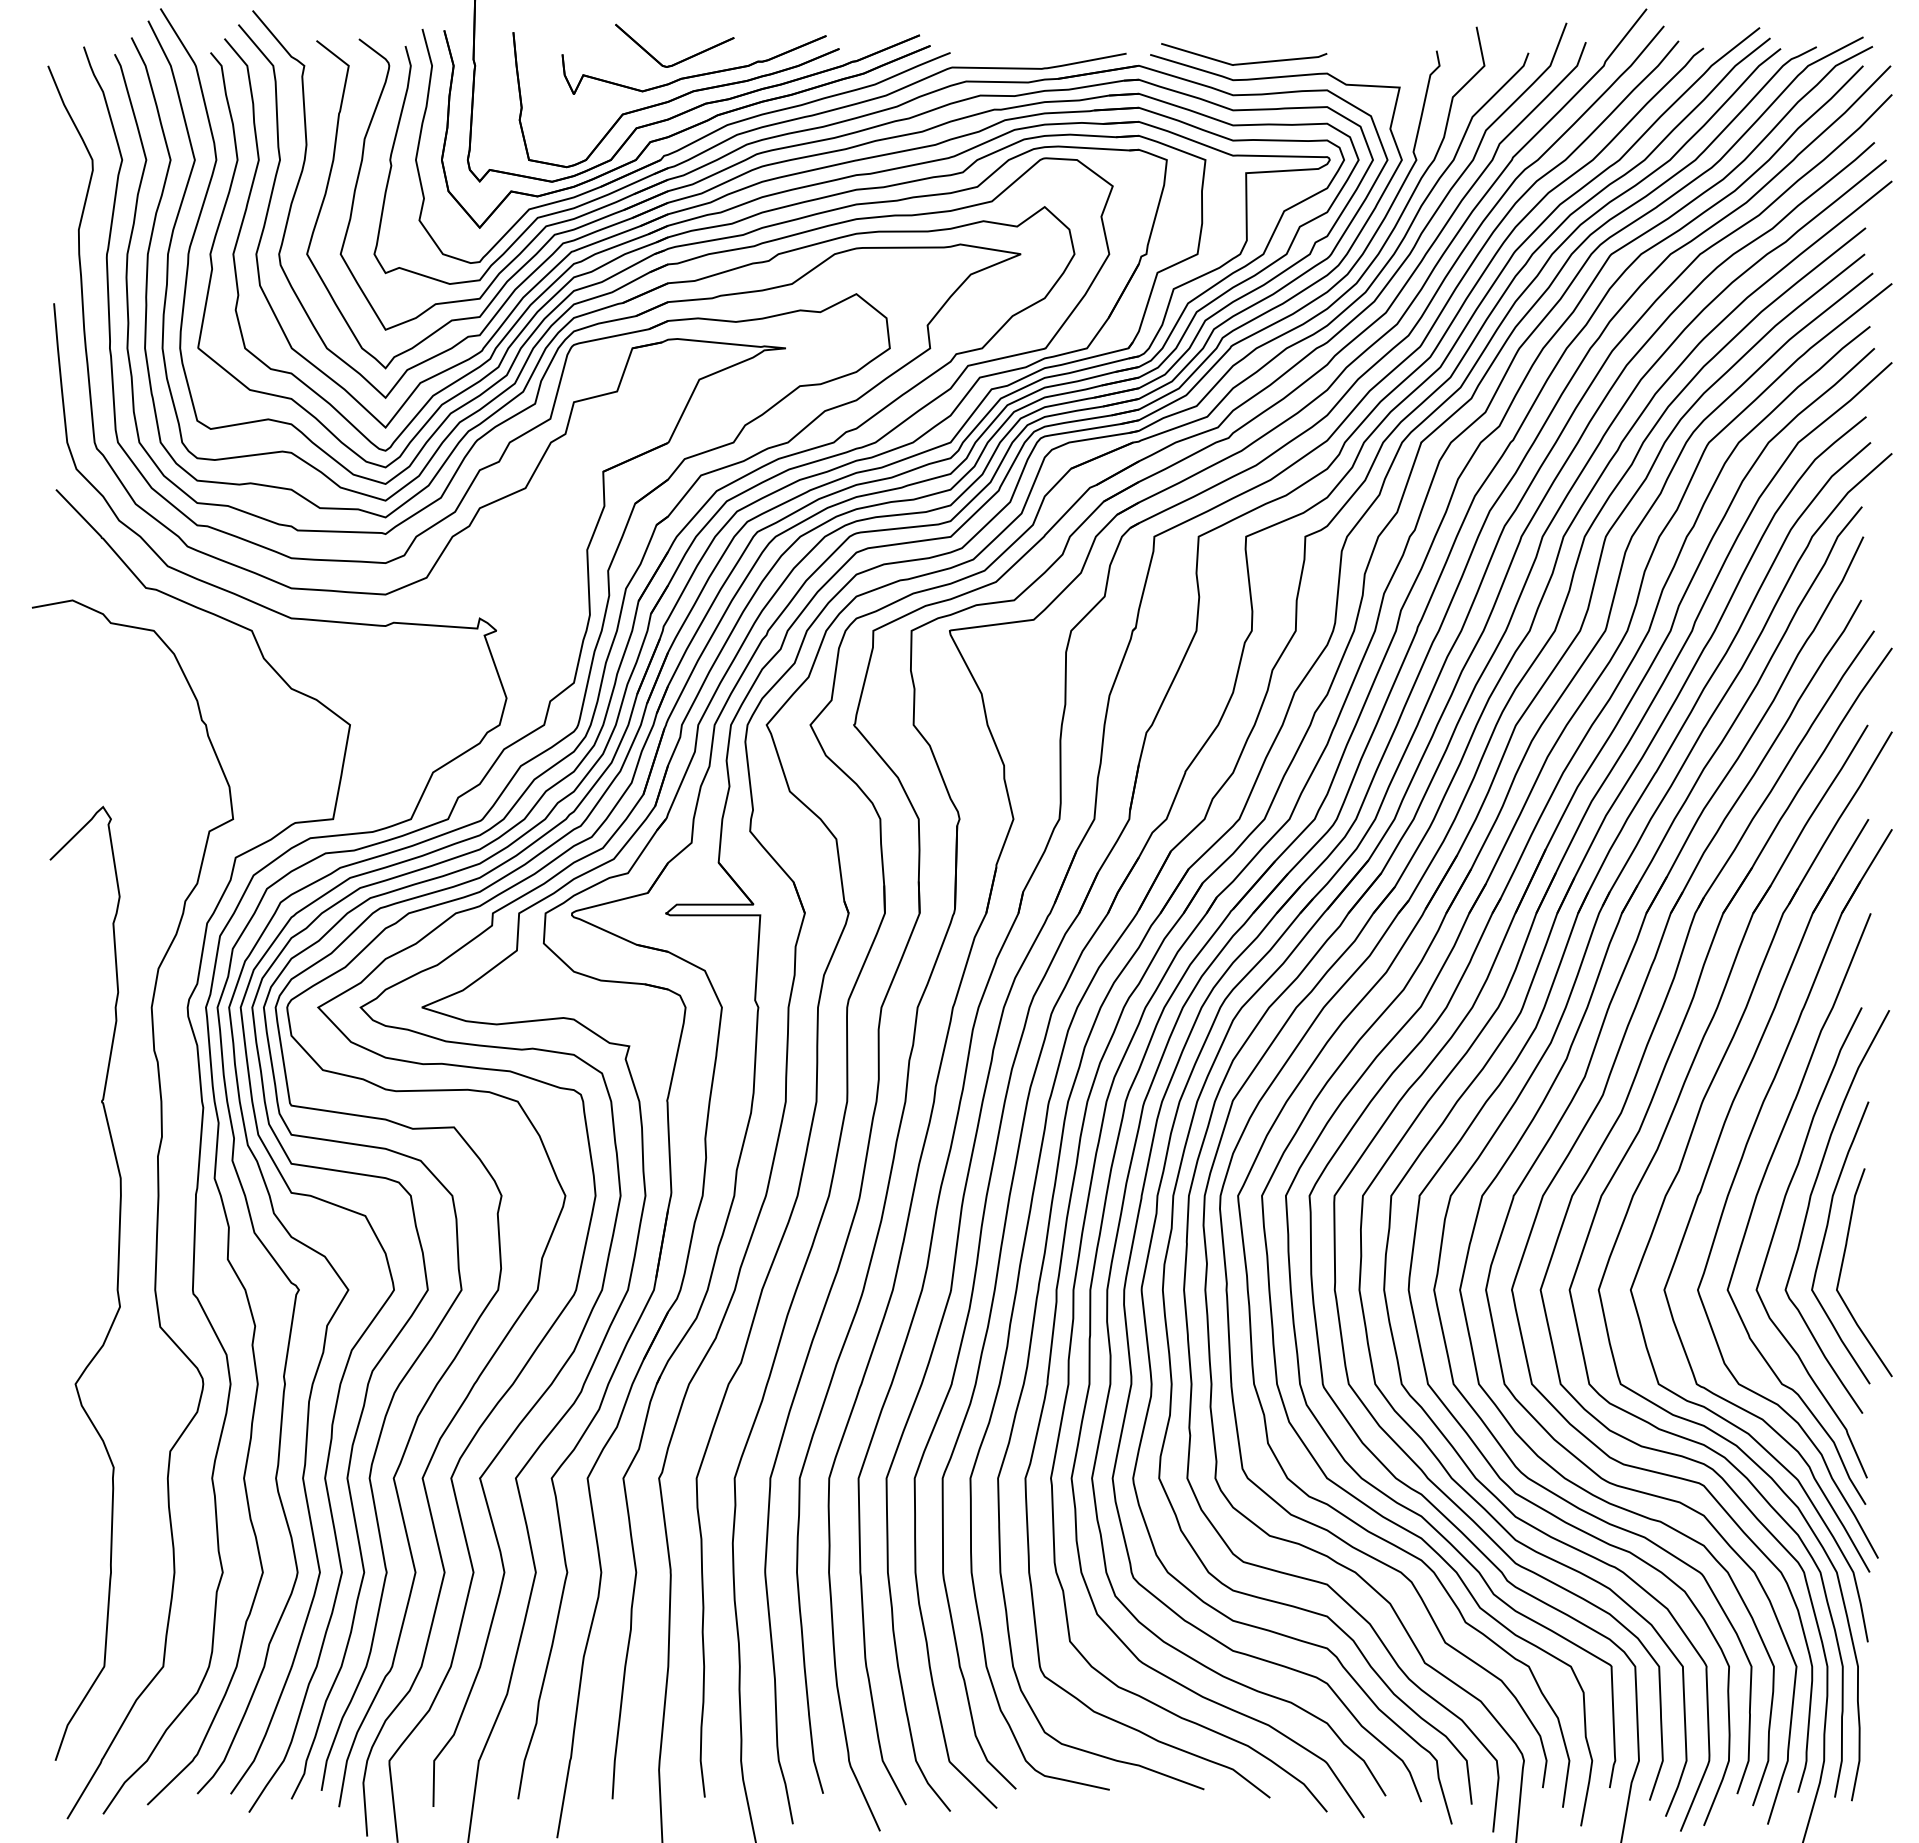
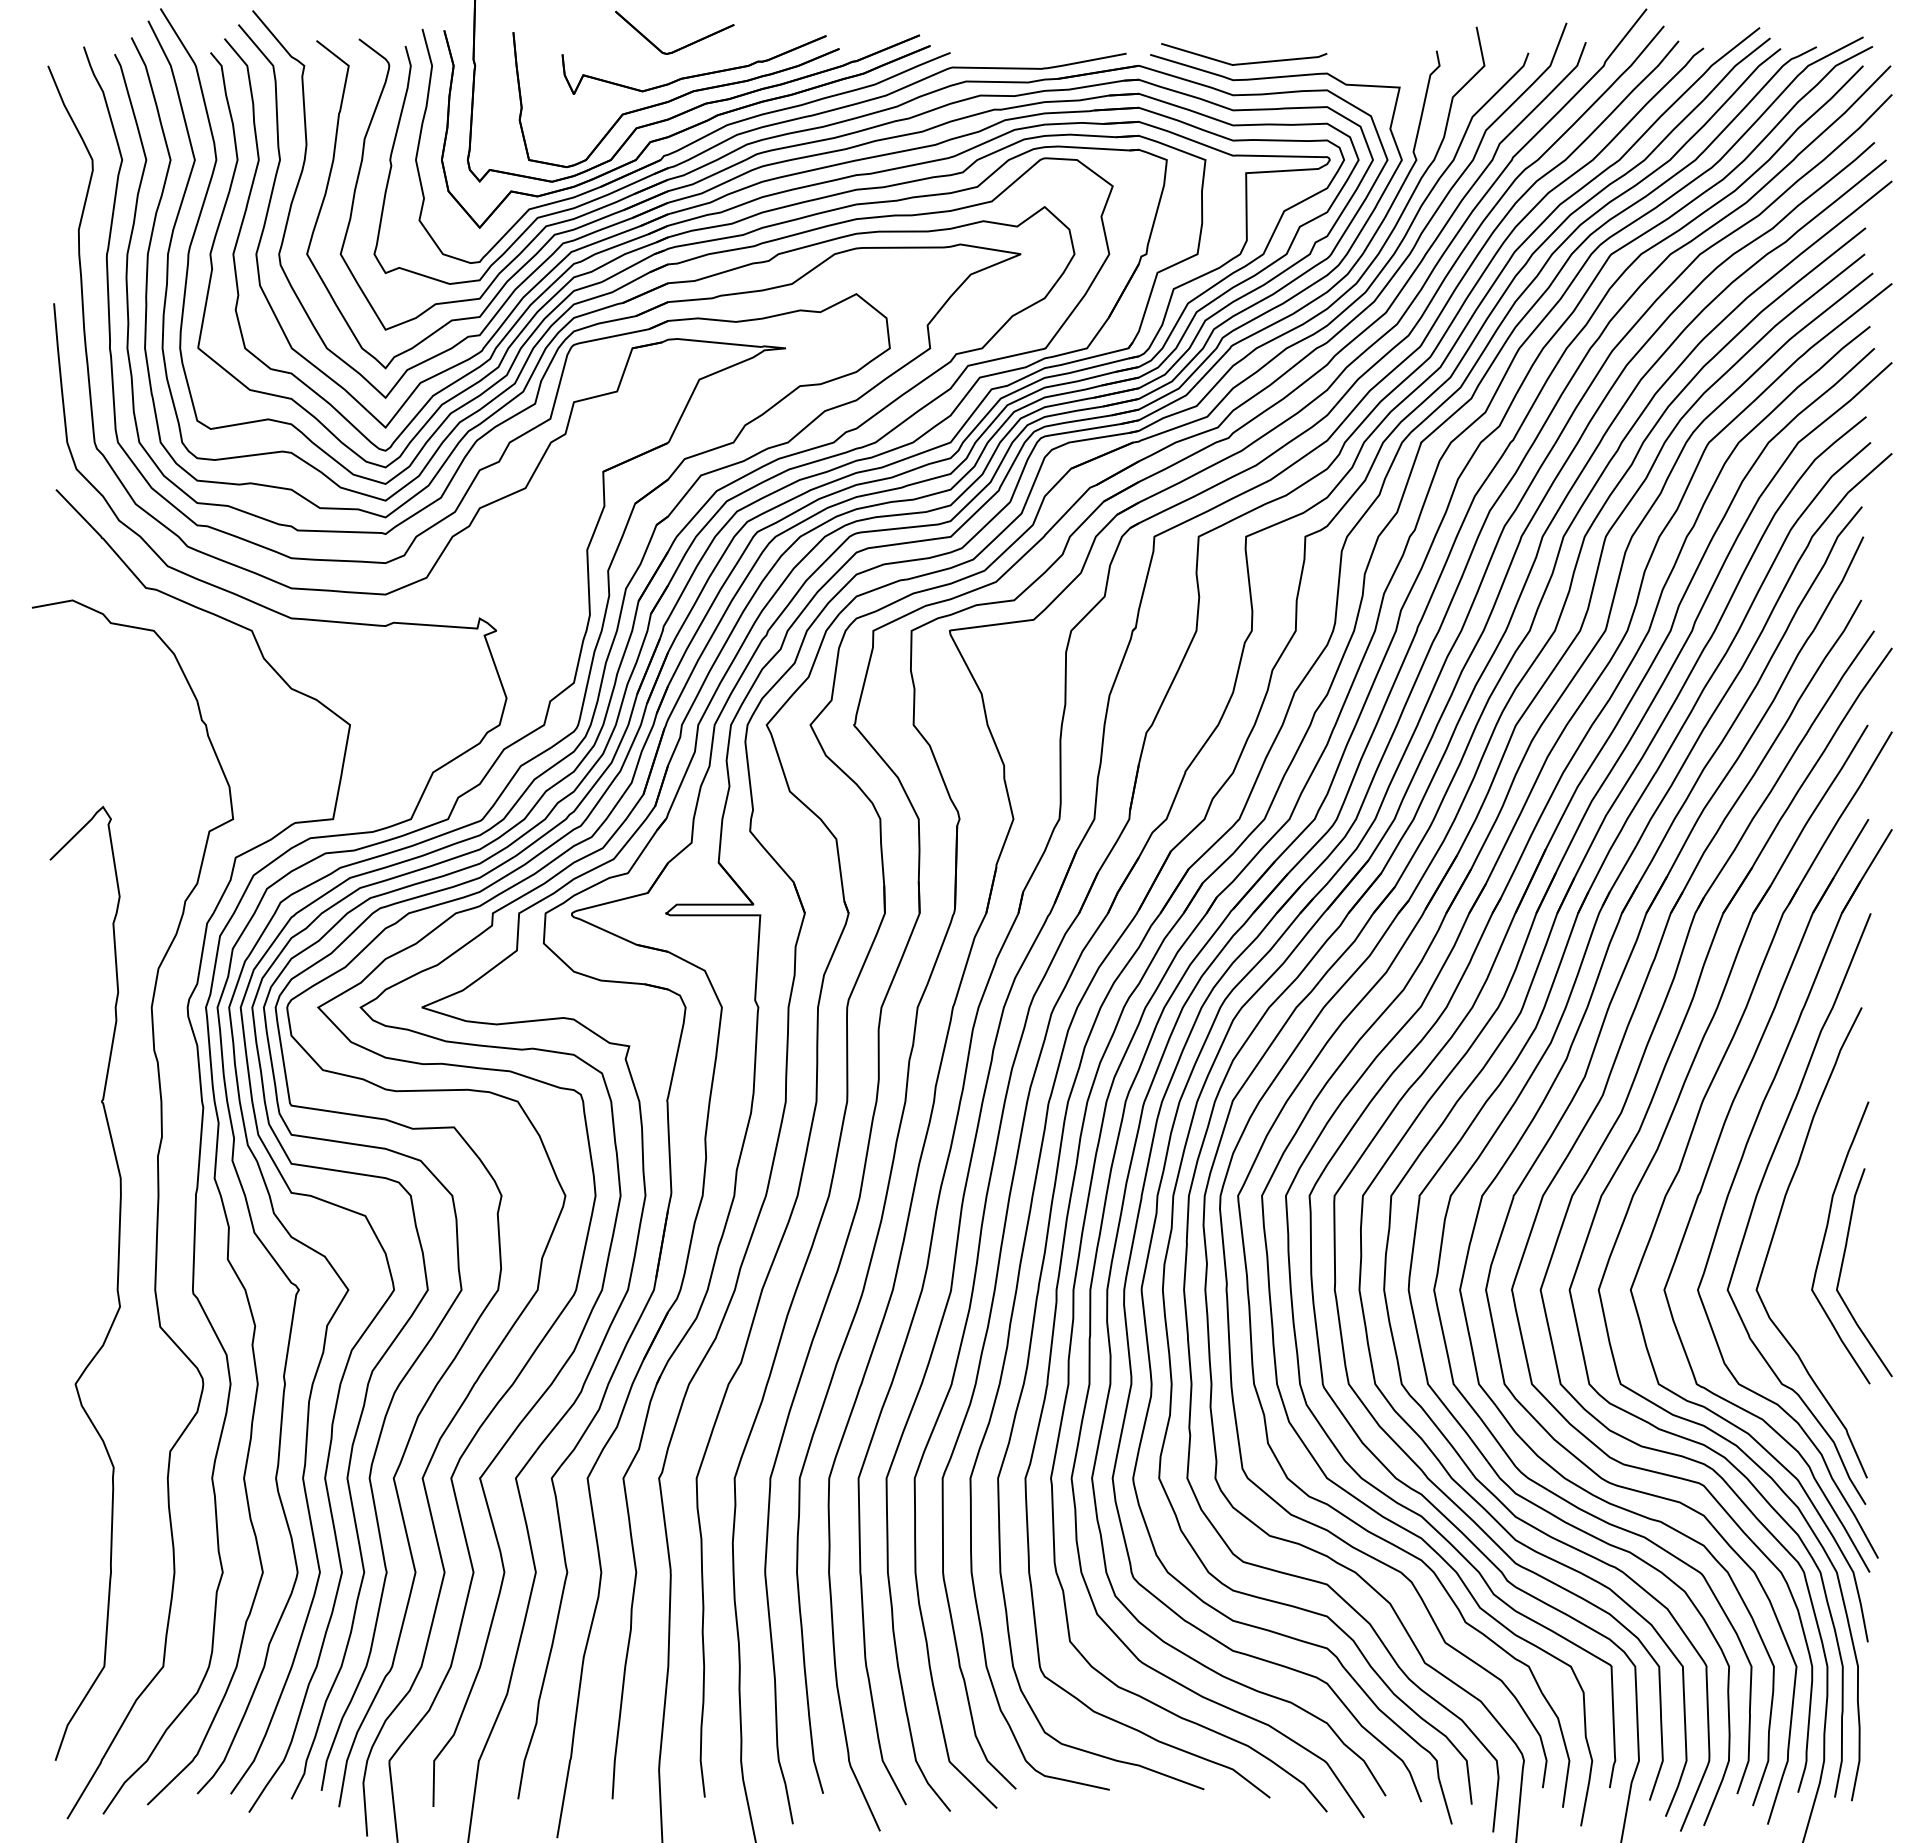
part at (680, 60) position: (680, 60) -> (680, 47)
curve at (1809, 1207): present -> none
